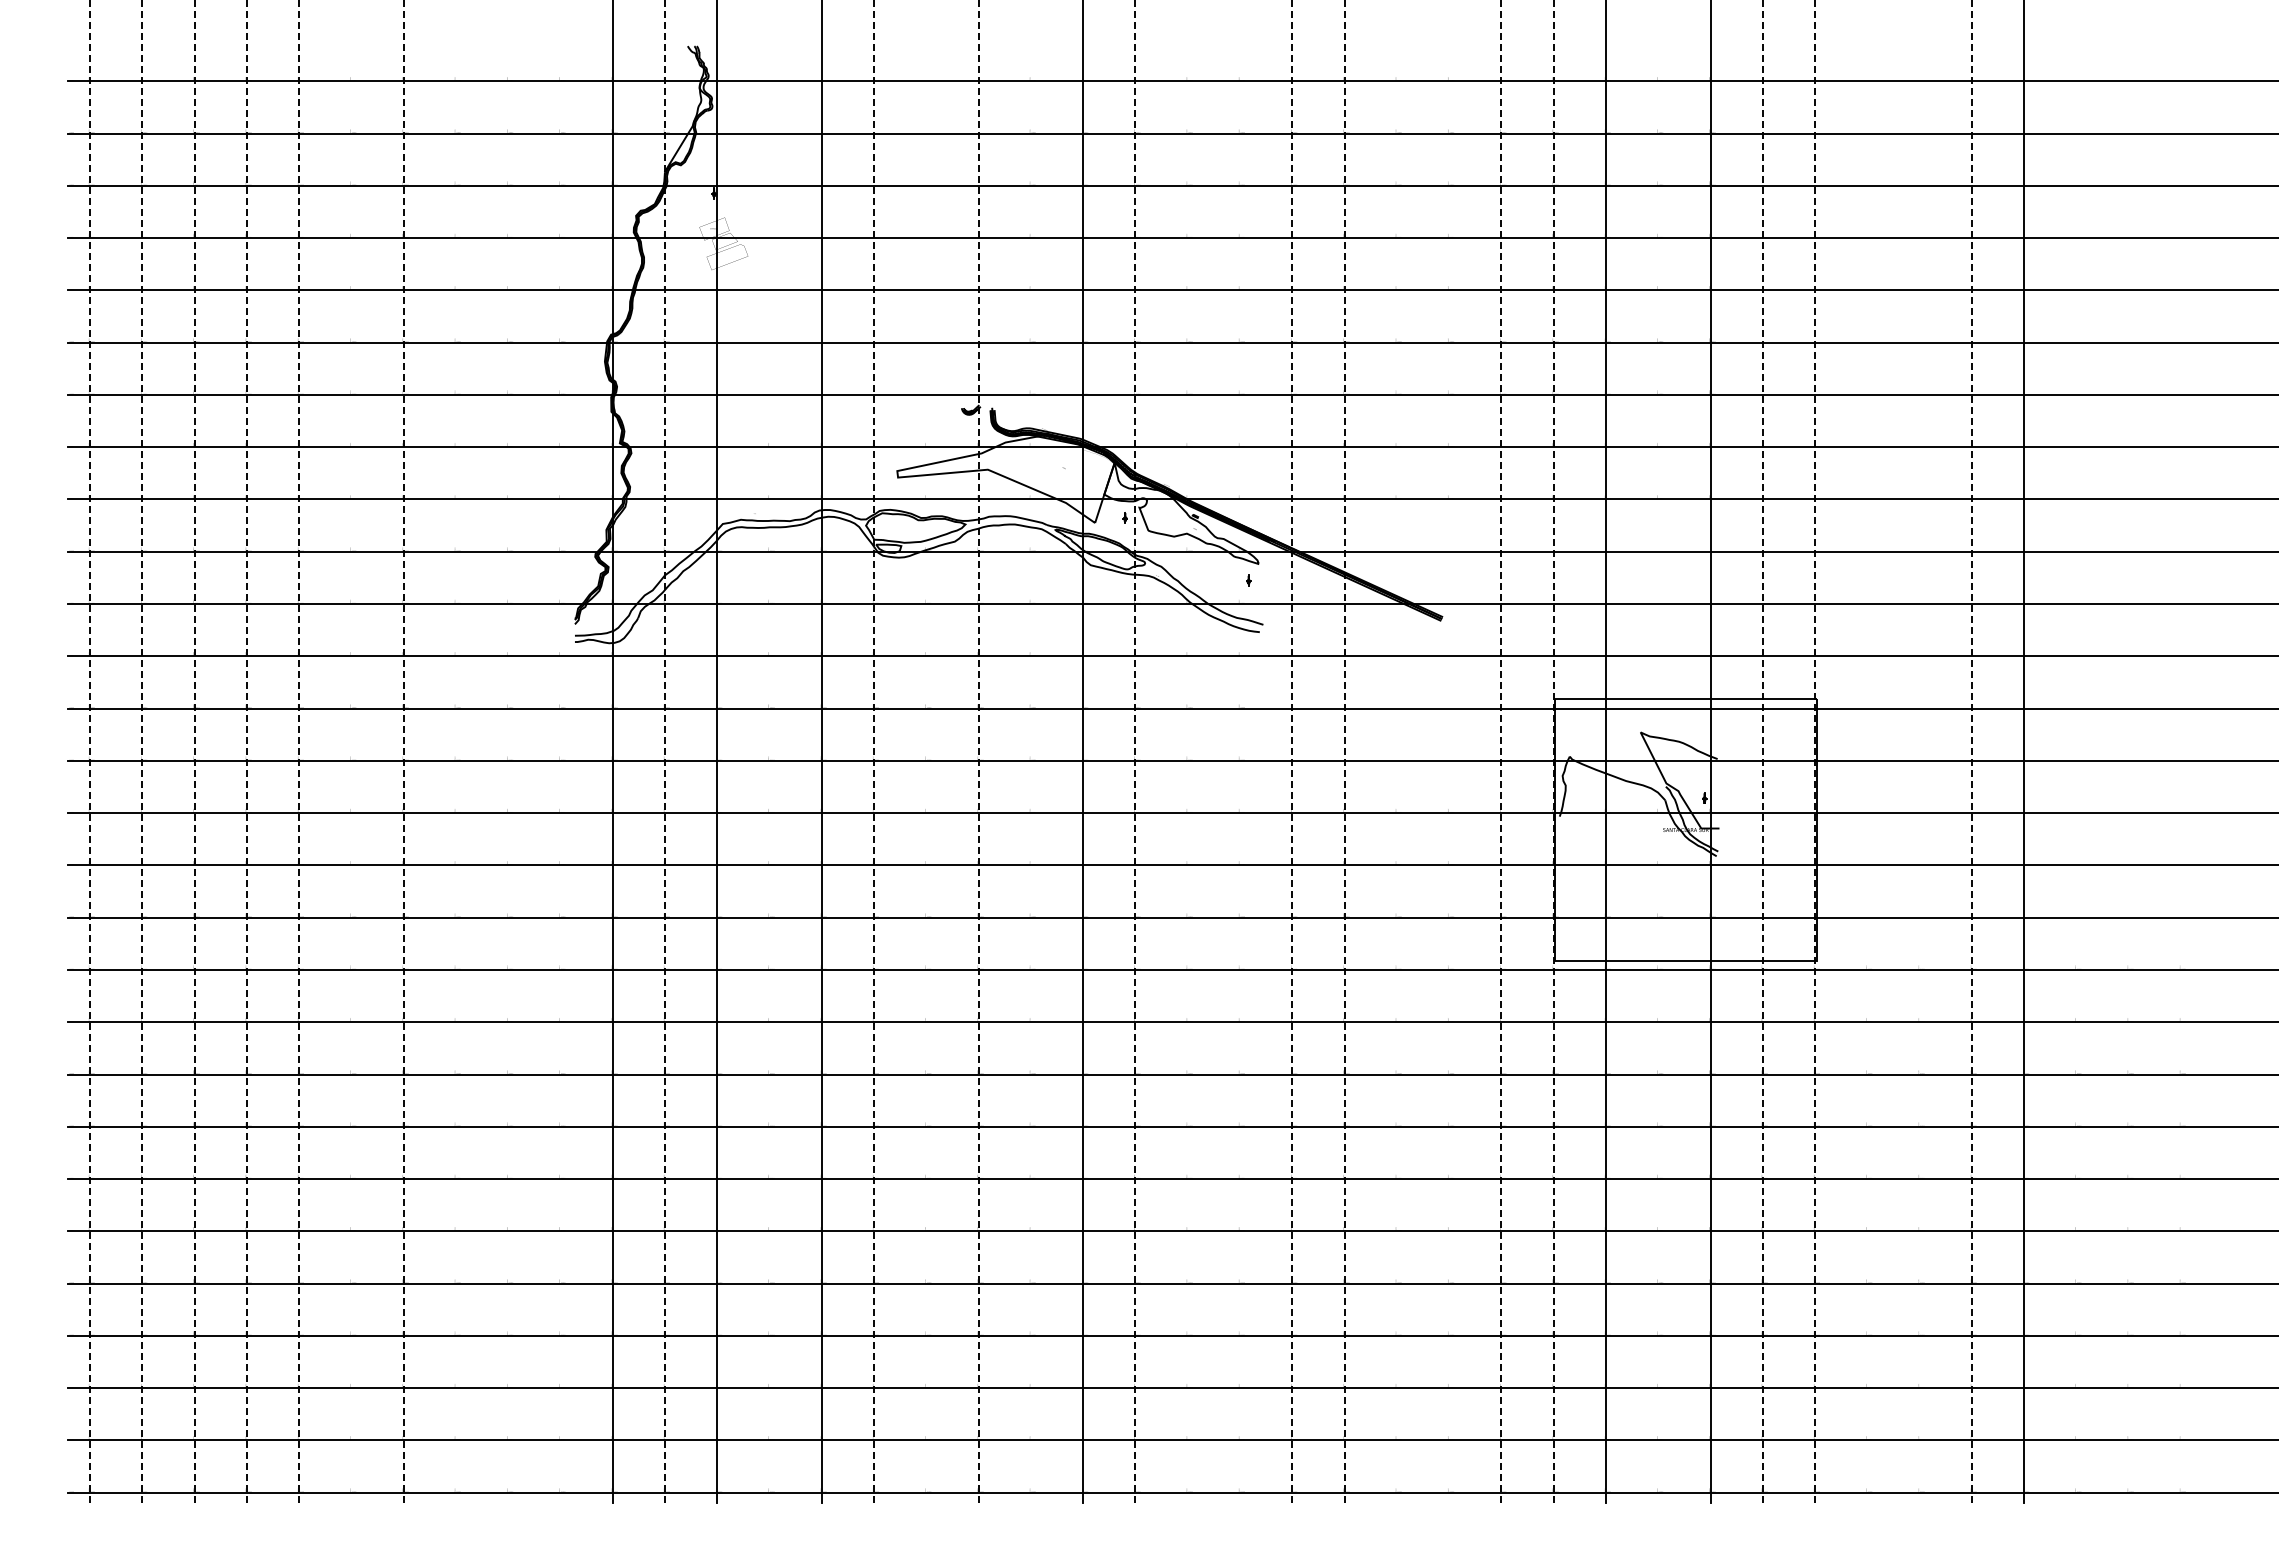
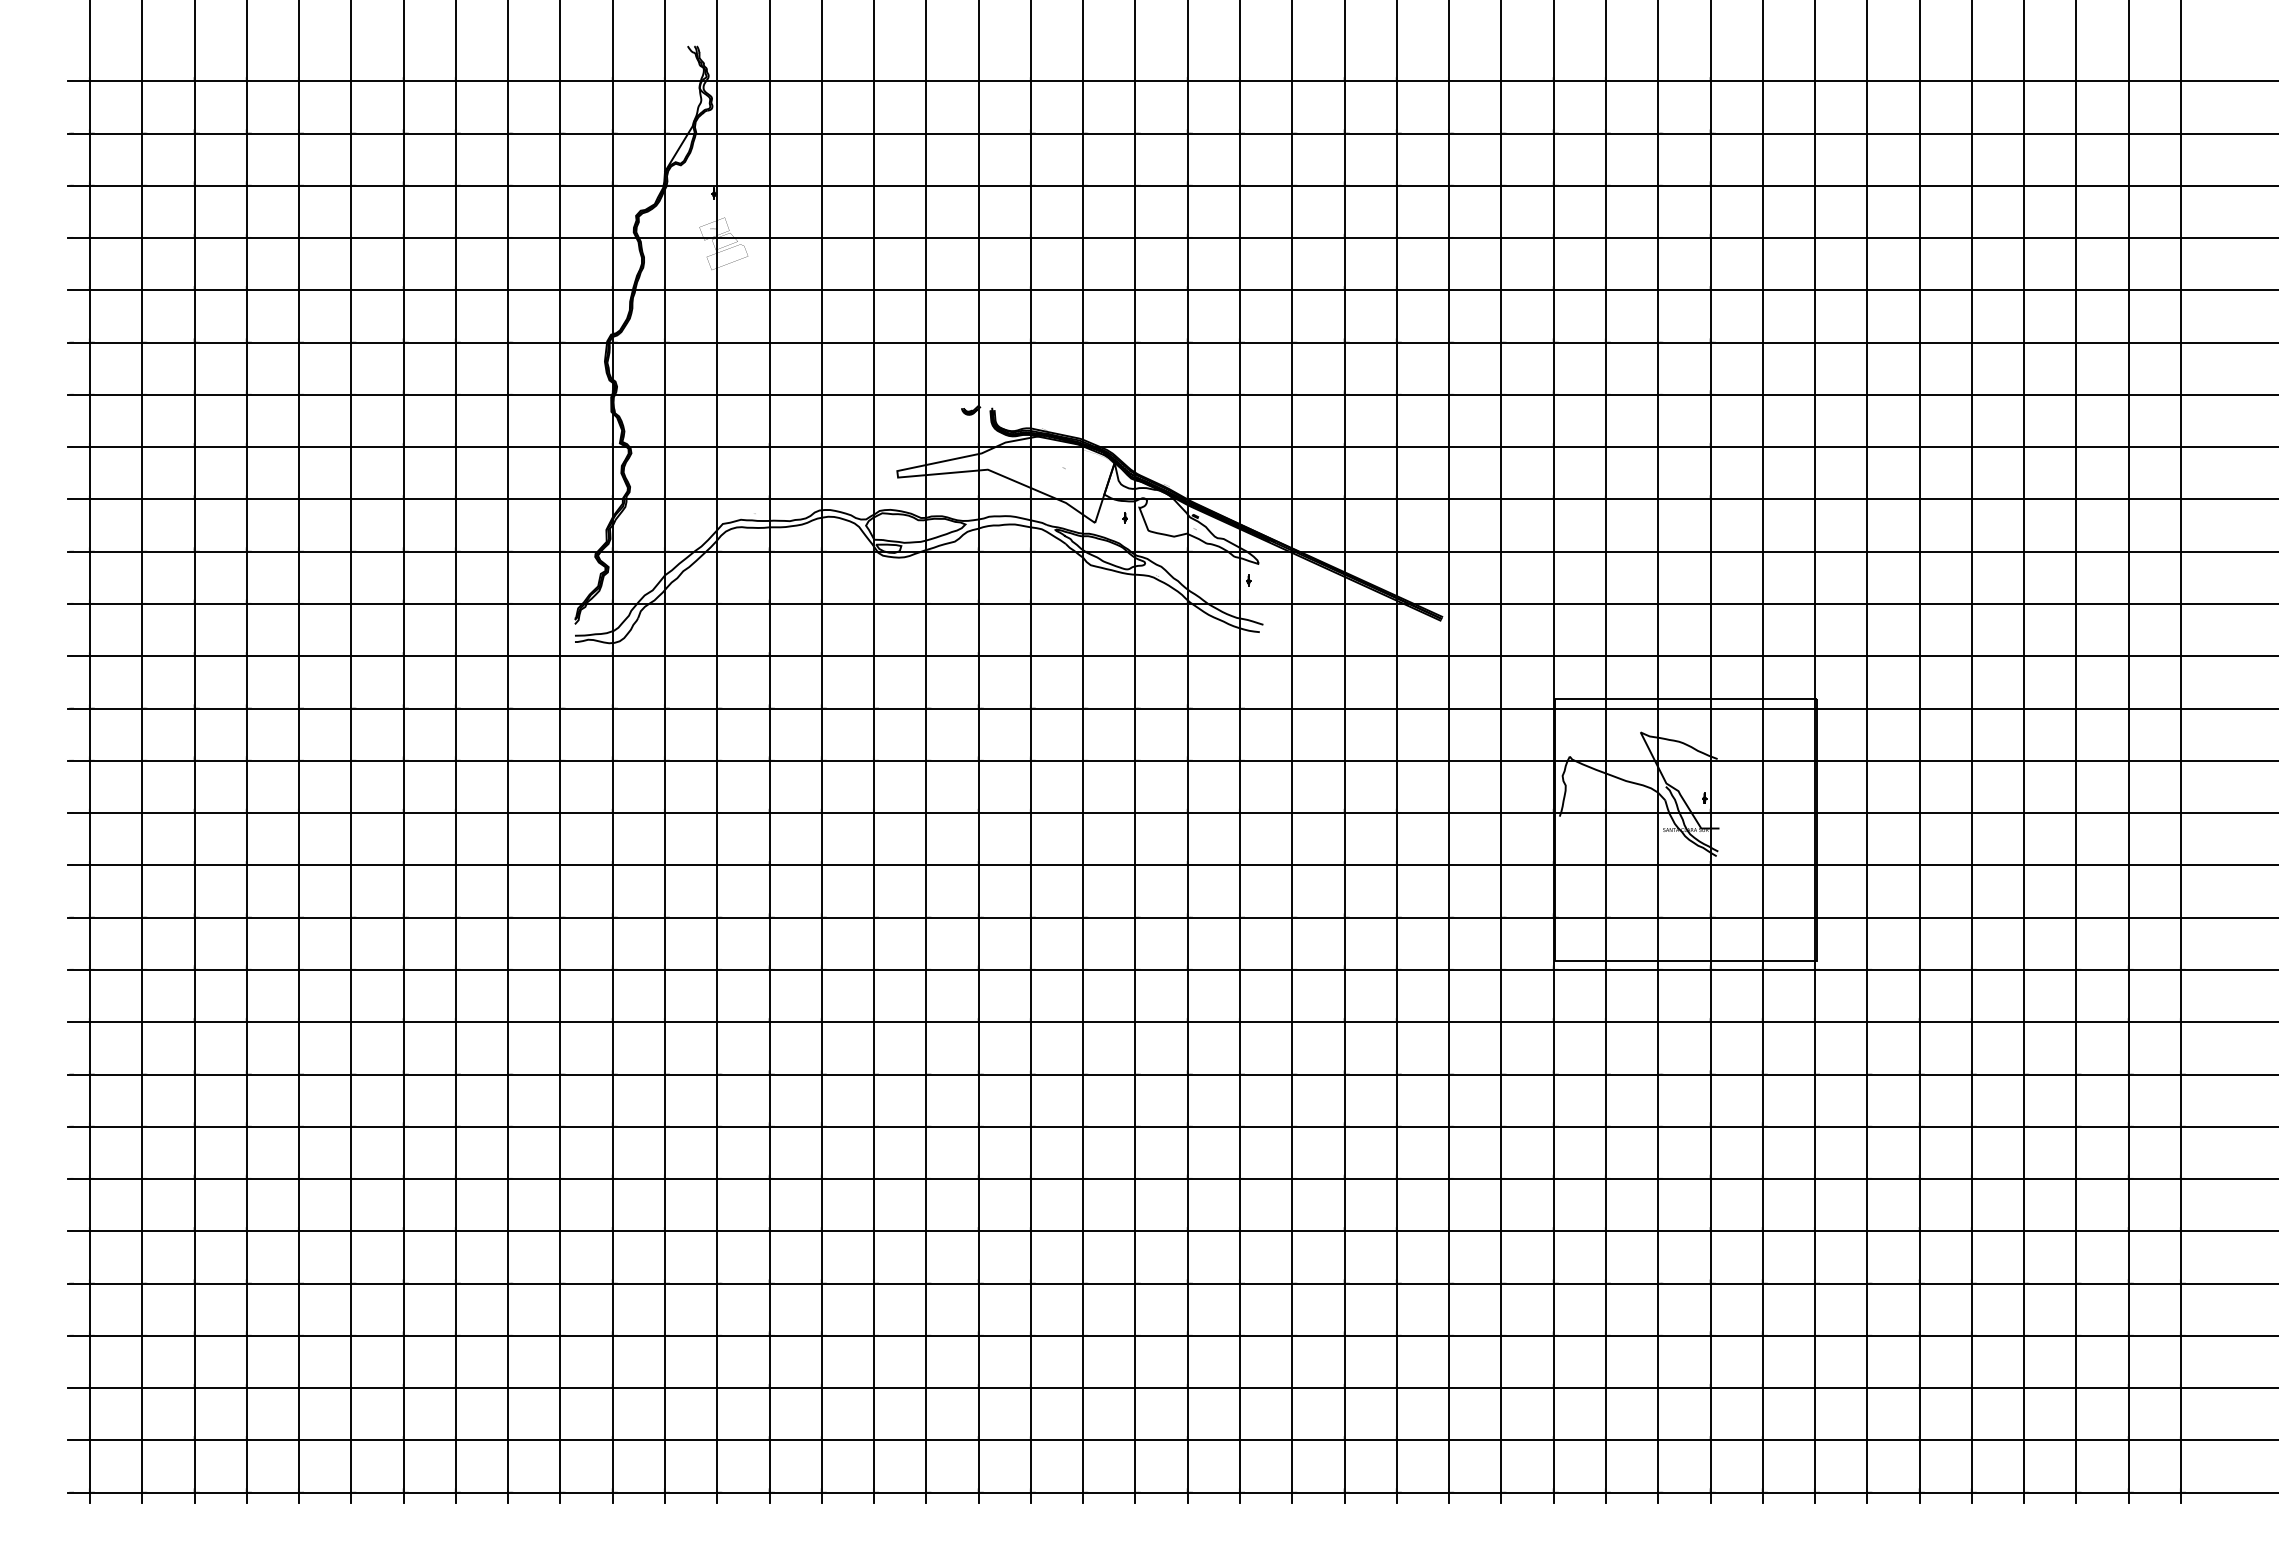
line at (89, 751): dashed -> solid
line at (142, 751): dashed -> solid
line at (194, 751): dashed -> solid
line at (246, 751): dashed -> solid
line at (299, 751): dashed -> solid
line at (403, 751): dashed -> solid
line at (664, 751): dashed -> solid
line at (874, 751): dashed -> solid
line at (978, 751): dashed -> solid
line at (1135, 751): dashed -> solid
line at (1292, 751): dashed -> solid
line at (1344, 751): dashed -> solid
line at (1501, 751): dashed -> solid
line at (1553, 751): dashed -> solid
line at (1762, 751): dashed -> solid
line at (1815, 751): dashed -> solid
line at (1971, 751): dashed -> solid
line at (351, 752): none -> present
line at (455, 752): none -> present
line at (508, 752): none -> present
line at (560, 752): none -> present
line at (769, 752): none -> present
line at (926, 752): none -> present
line at (1030, 752): none -> present
line at (1187, 752): none -> present
line at (1240, 752): none -> present
line at (1396, 752): none -> present
line at (1449, 752): none -> present
line at (1658, 752): none -> present
line at (1867, 752): none -> present
line at (1919, 752): none -> present
line at (2076, 752): none -> present
line at (2128, 752): none -> present
line at (2180, 752): none -> present
